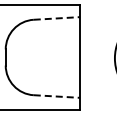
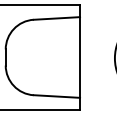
line at (57, 18): dashed -> solid
line at (57, 96): dashed -> solid
